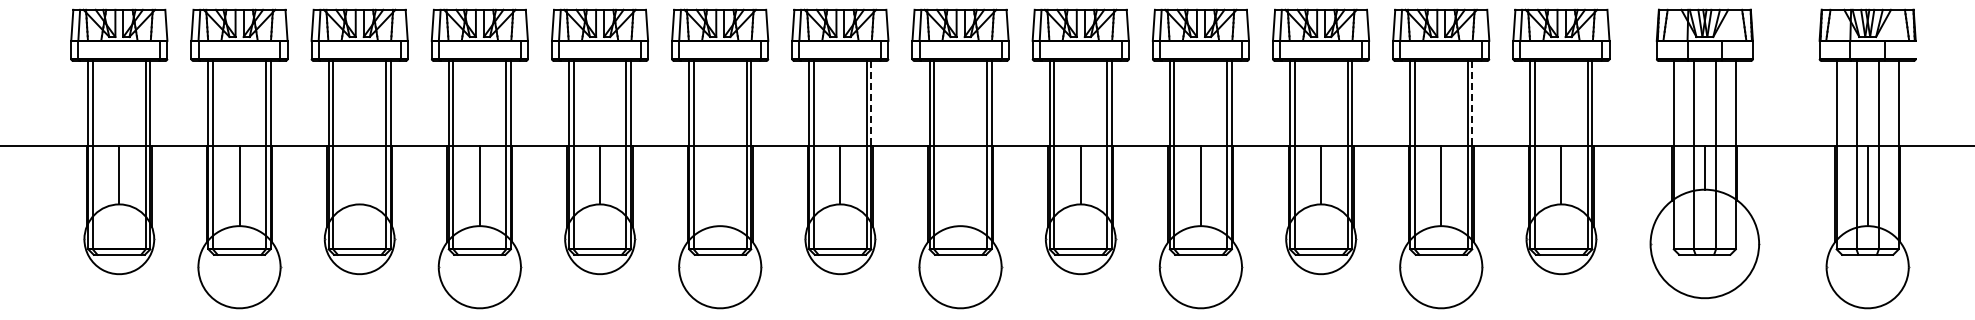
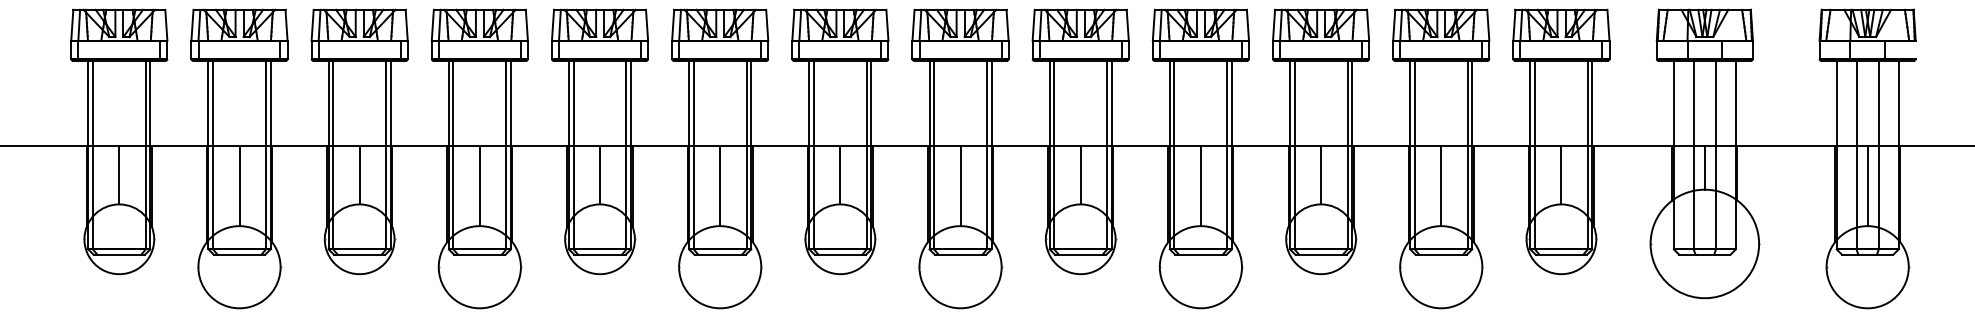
line at (871, 103): dashed -> solid
line at (1472, 103): dashed -> solid
line at (359, 175): none -> present
line at (720, 186): none -> present
line at (960, 186): none -> present
